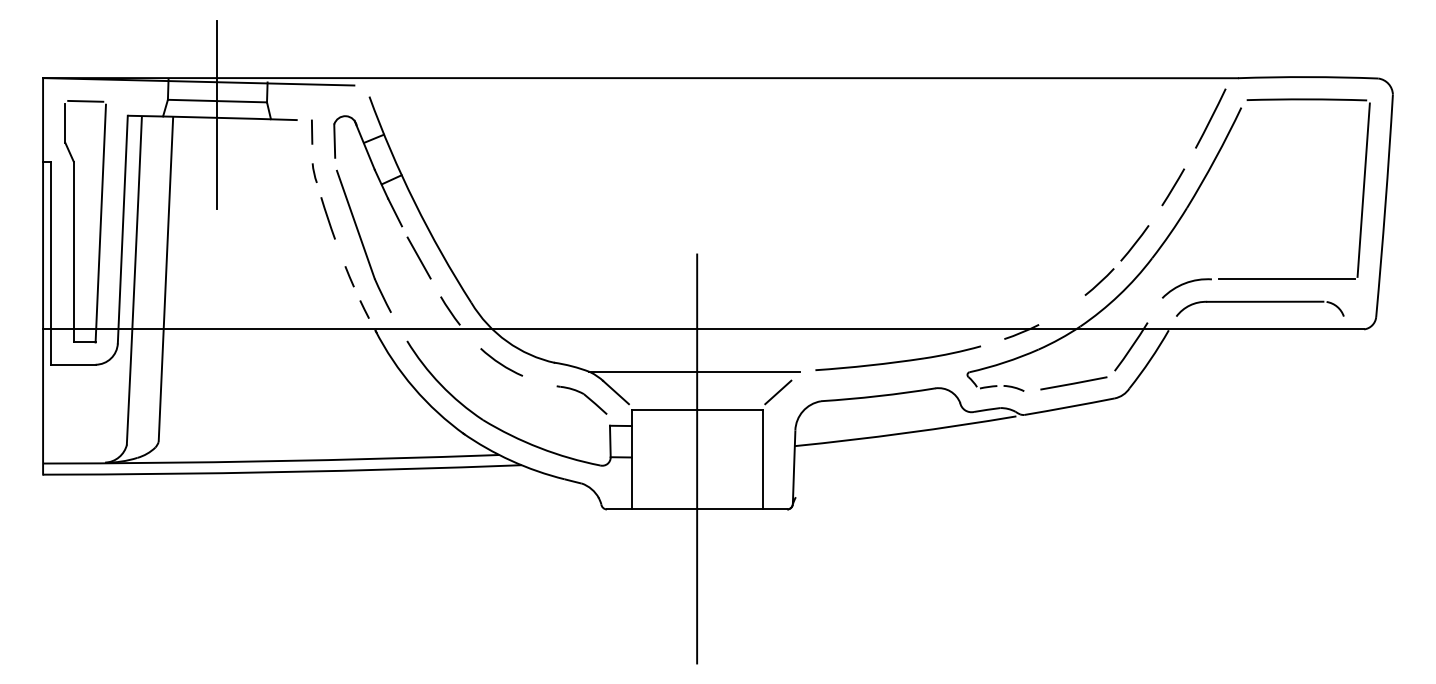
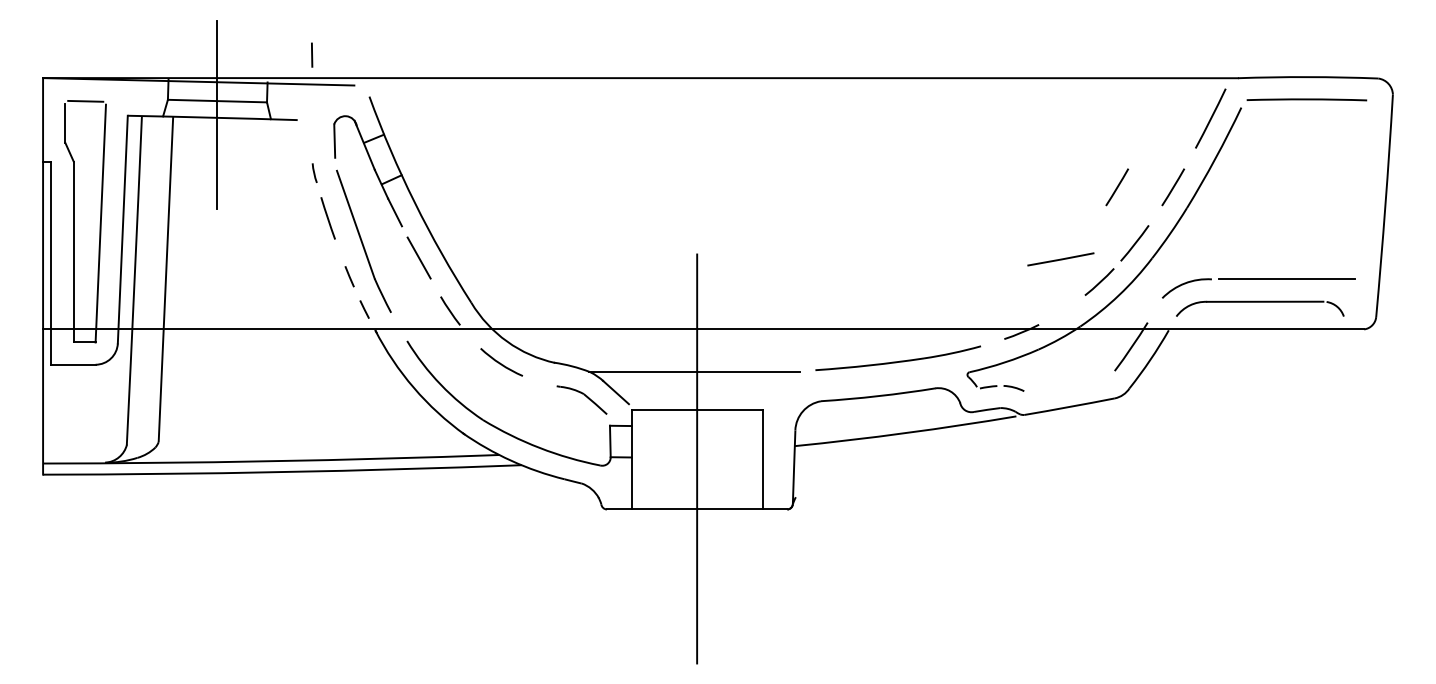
line at (312, 131) position: (312, 131) -> (312, 54)
line at (1117, 187): none -> present
line at (1363, 189): present -> none
line at (1073, 383) position: (1073, 383) -> (1060, 259)
line at (778, 392): present -> none
